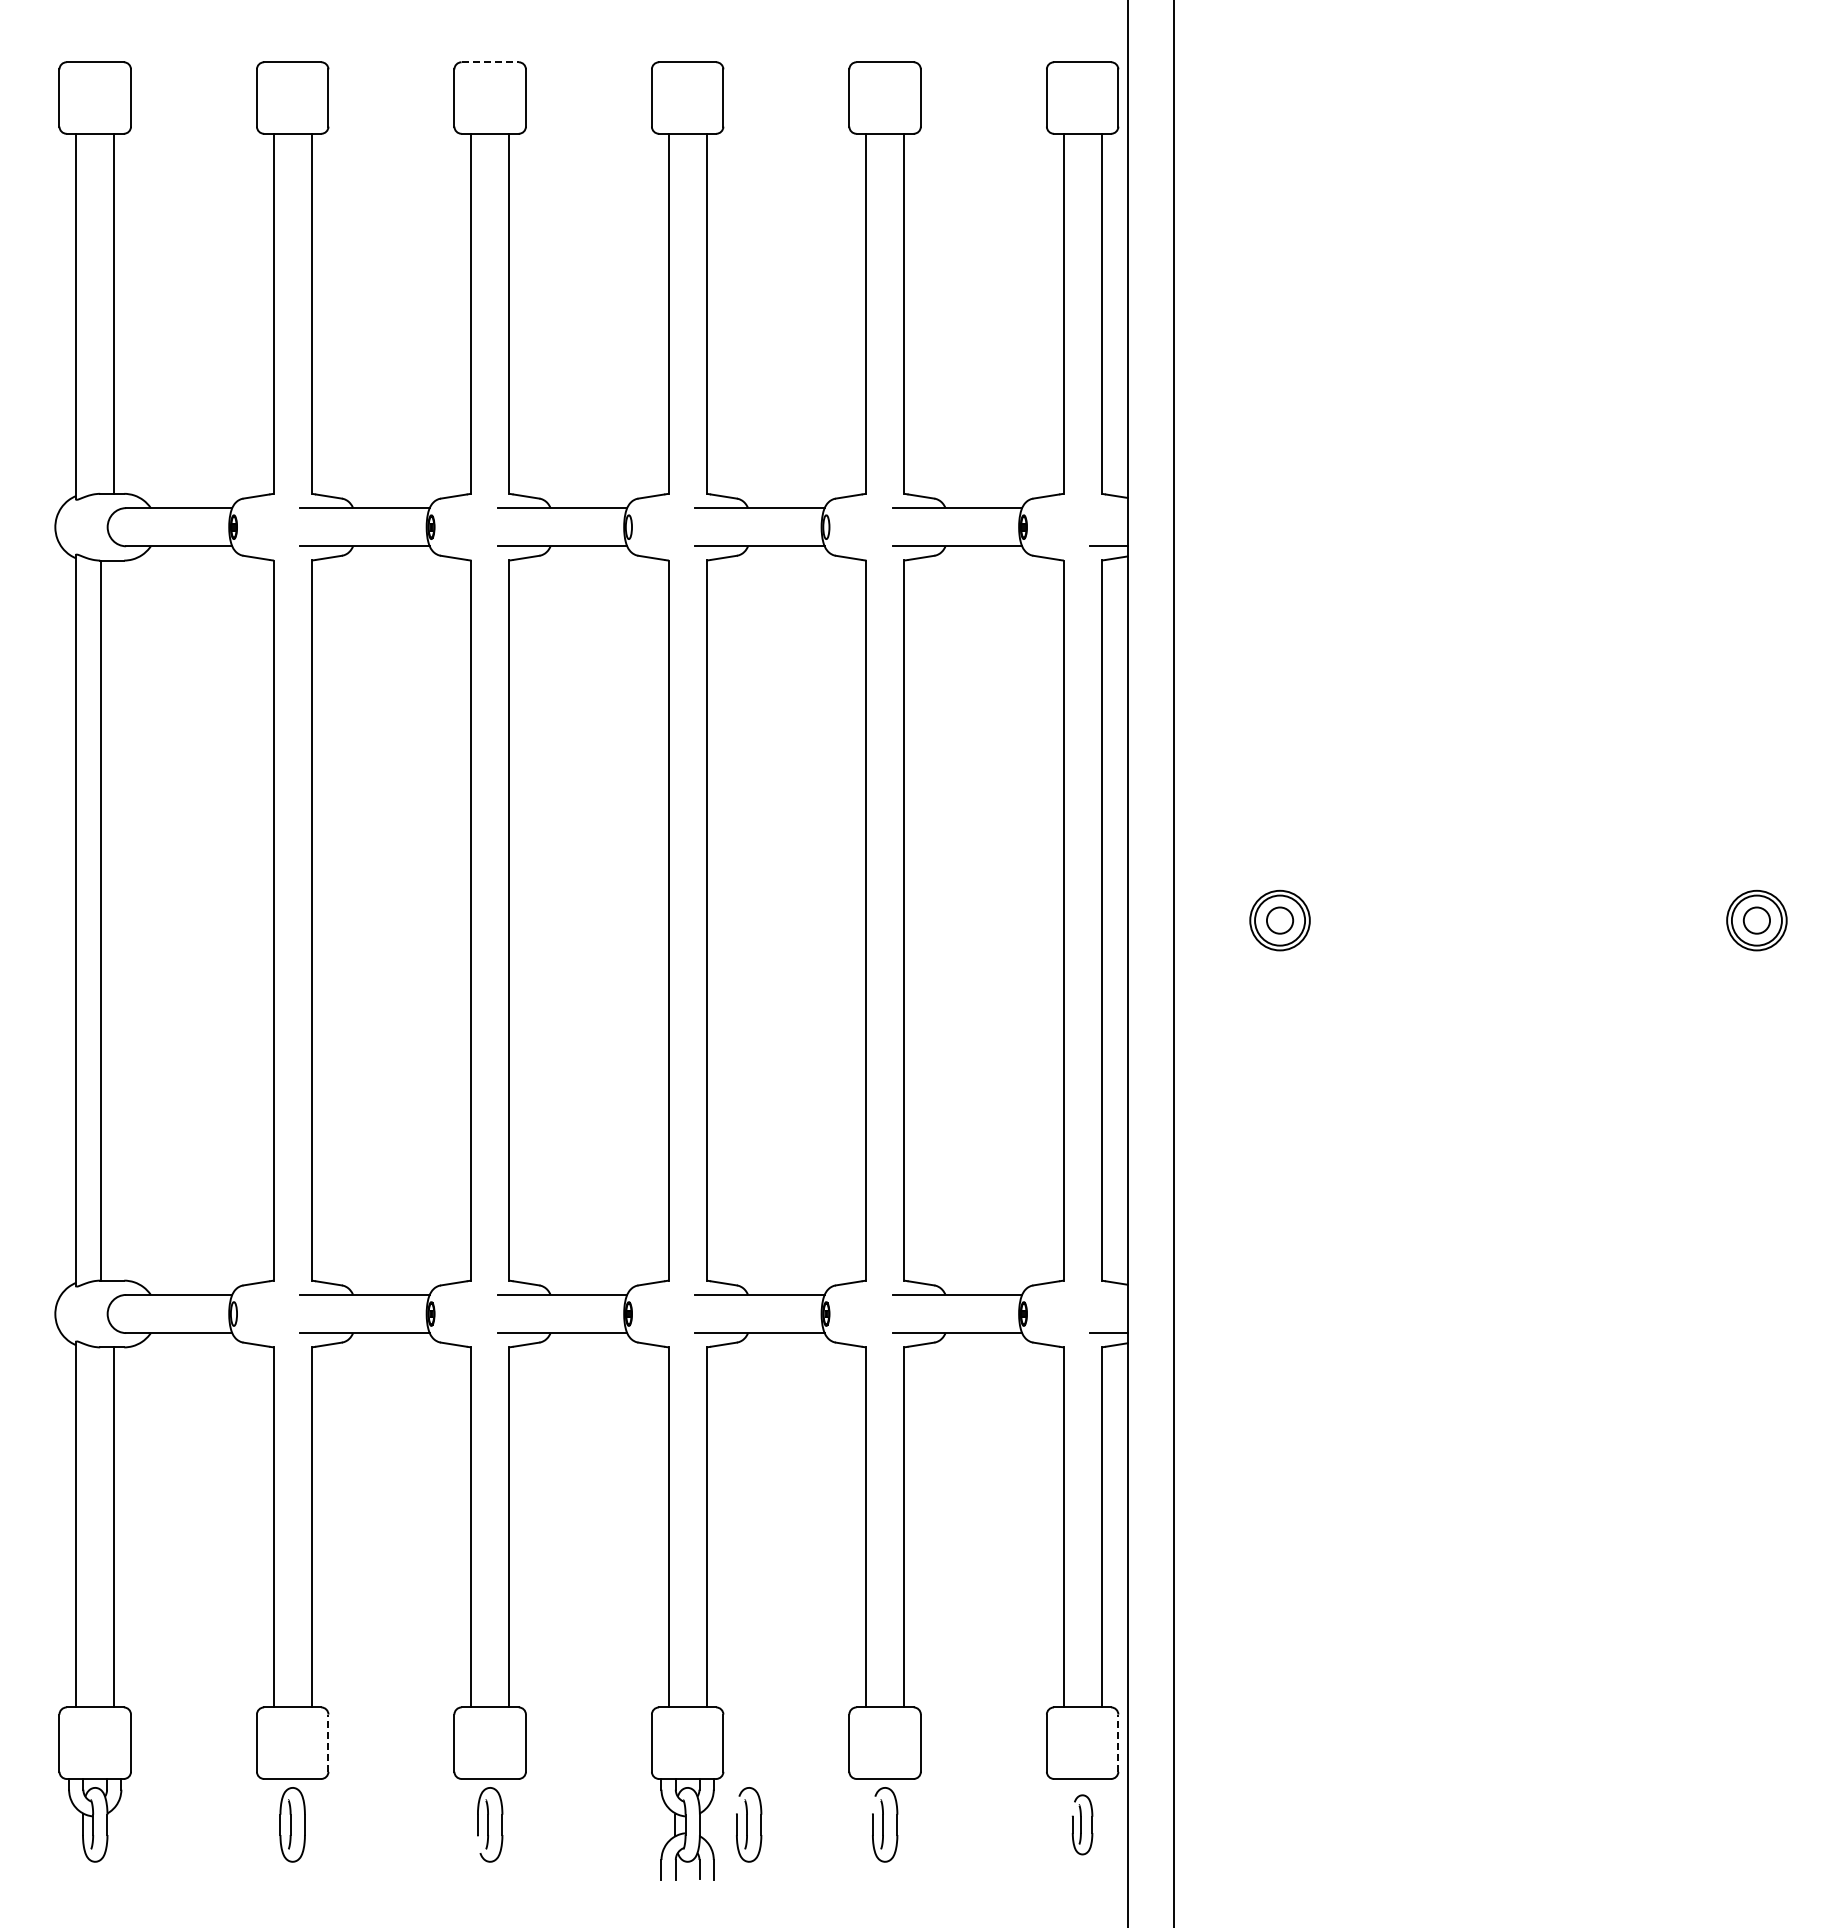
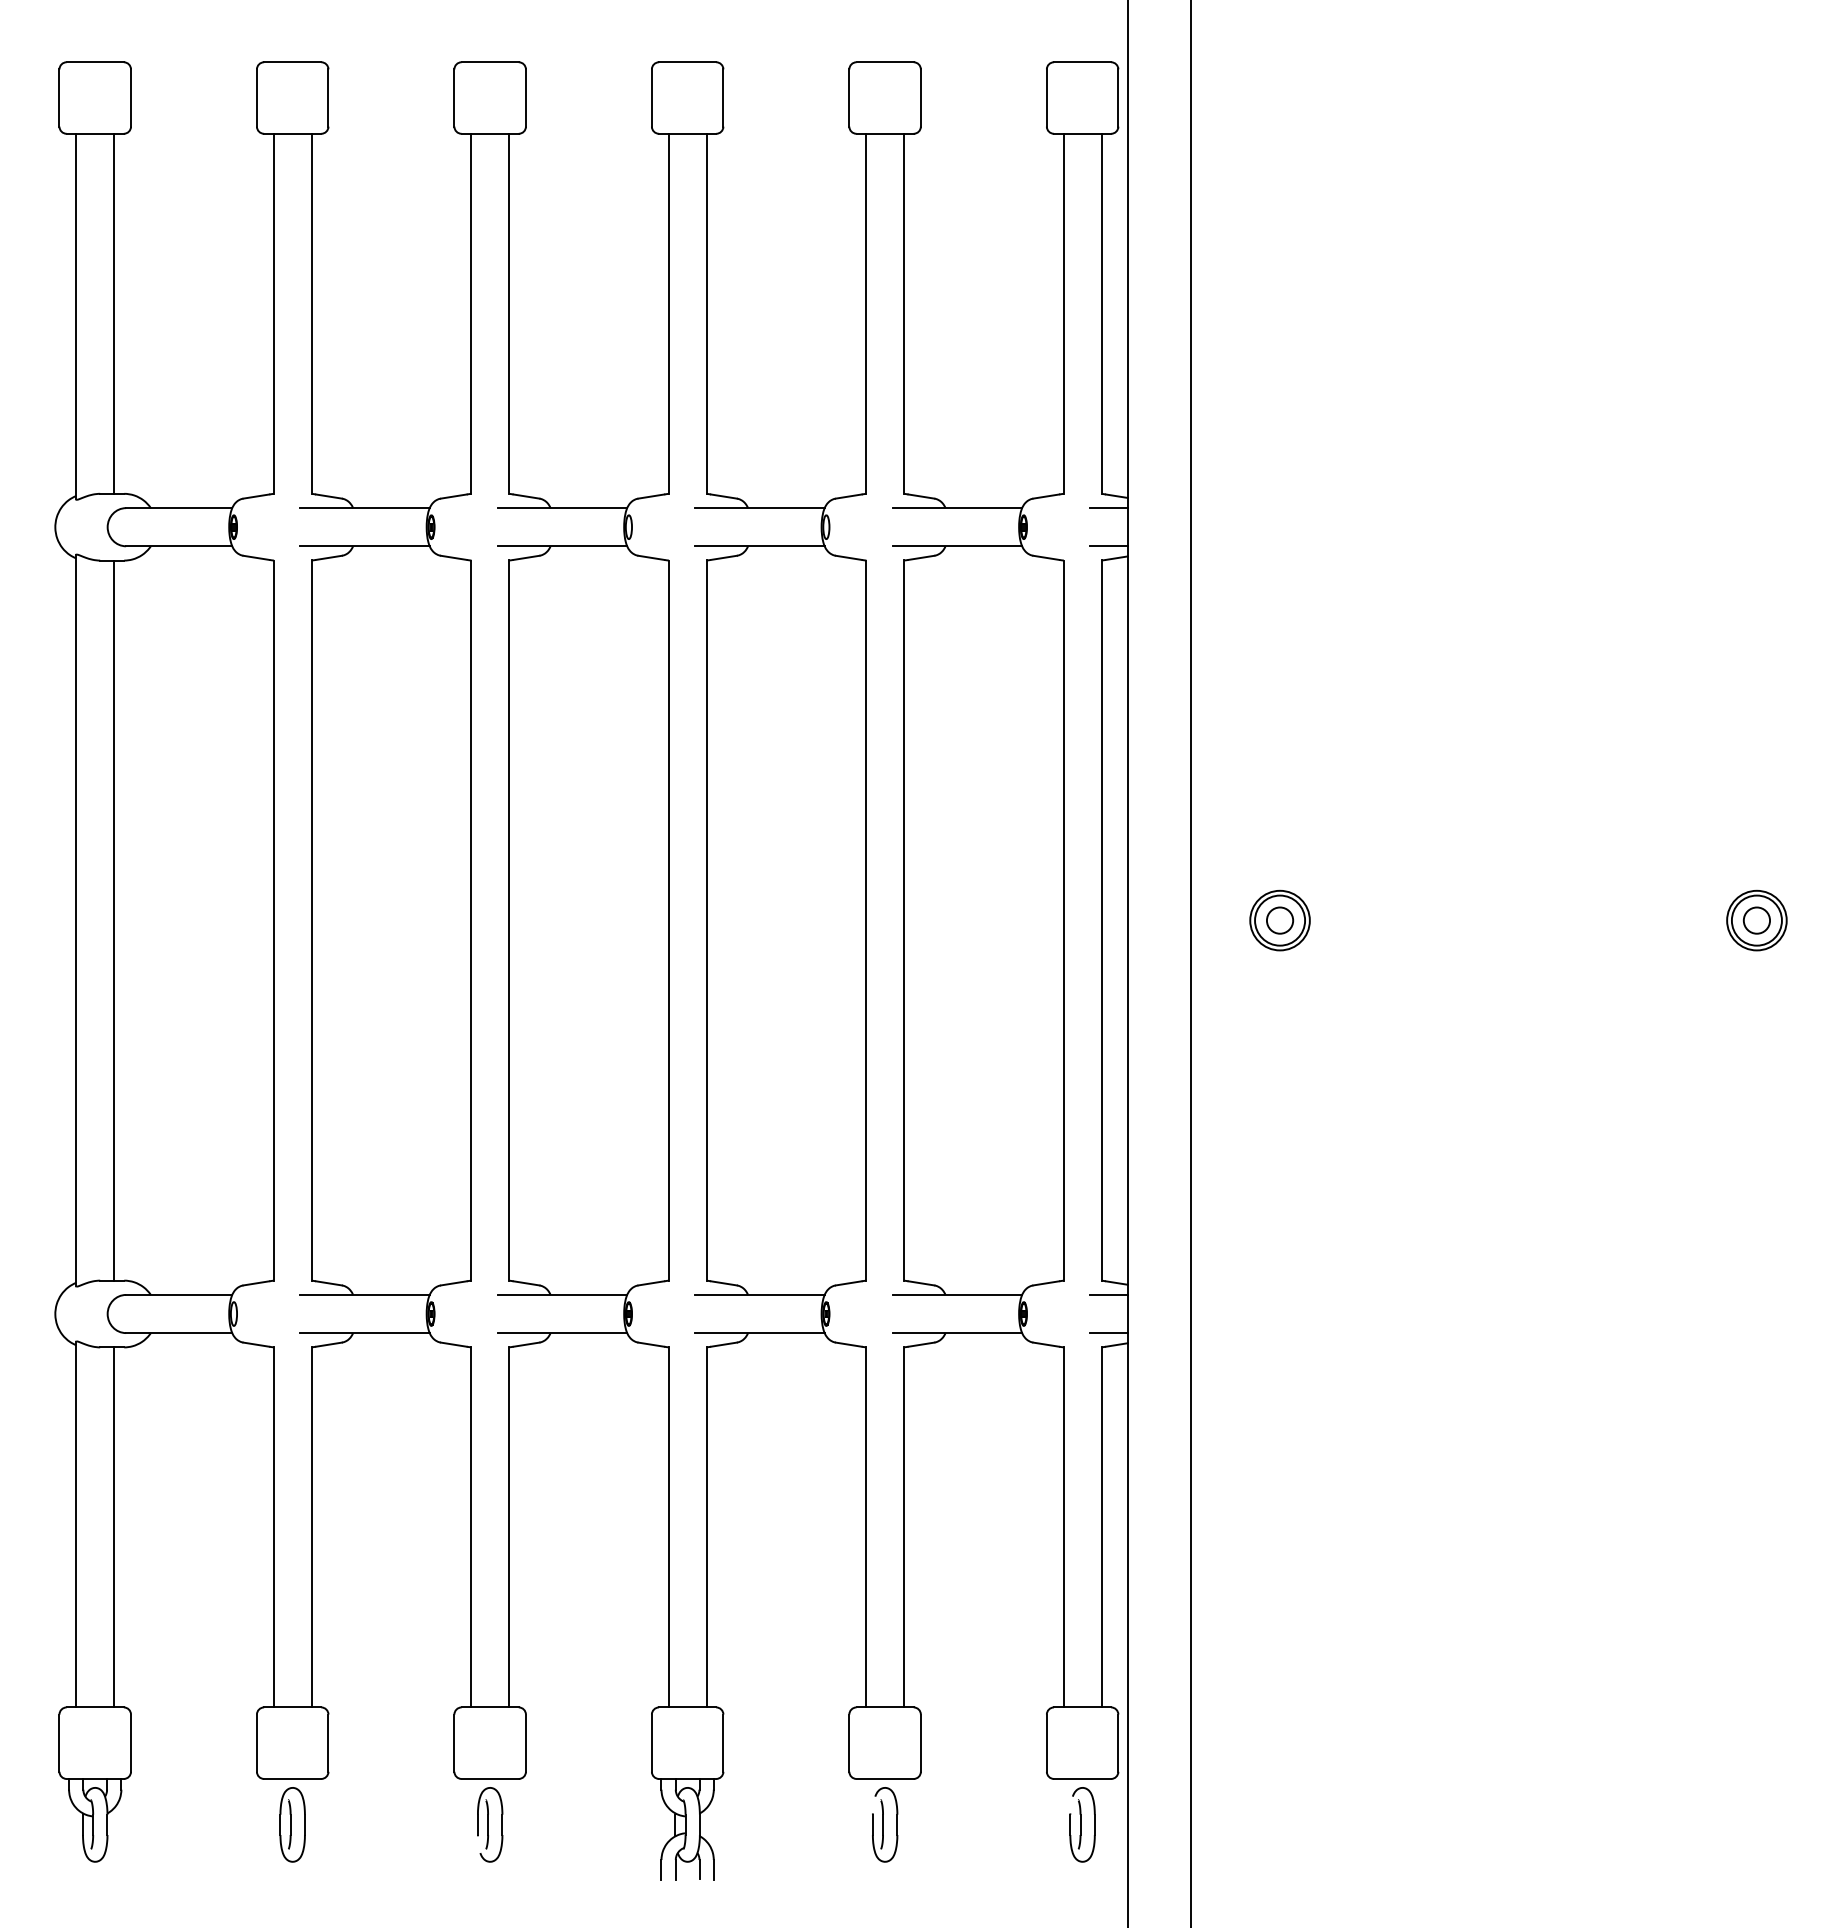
line at (490, 62): dashed -> solid
line at (1108, 508): none -> present
line at (101, 920) position: (101, 920) -> (114, 920)
line at (1173, 963) position: (1173, 963) -> (1190, 963)
line at (1108, 1294): none -> present
line at (328, 1743): dashed -> solid
line at (1118, 1743): dashed -> solid
part at (749, 1824): present -> none
part at (1082, 1824) size: 23x62 px -> 27x76 px
